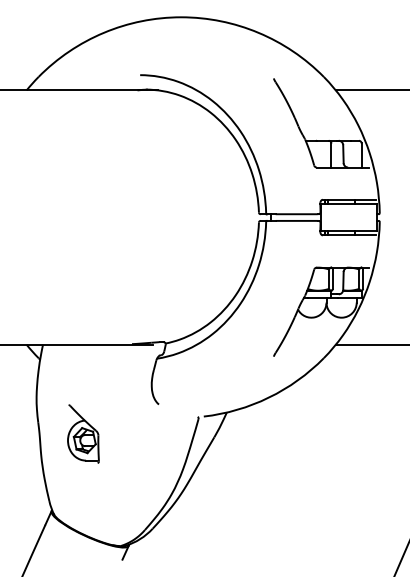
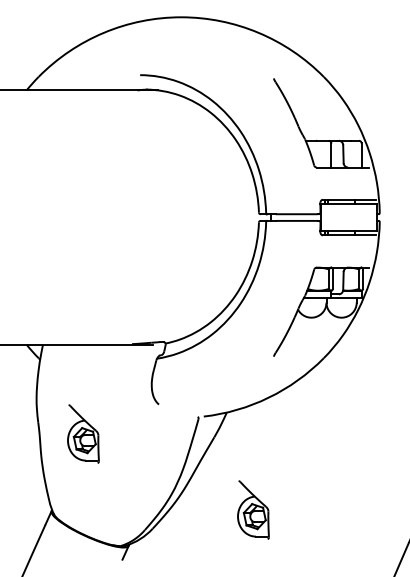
line at (370, 90): present -> none
line at (370, 344): present -> none
part at (253, 509): none -> present
